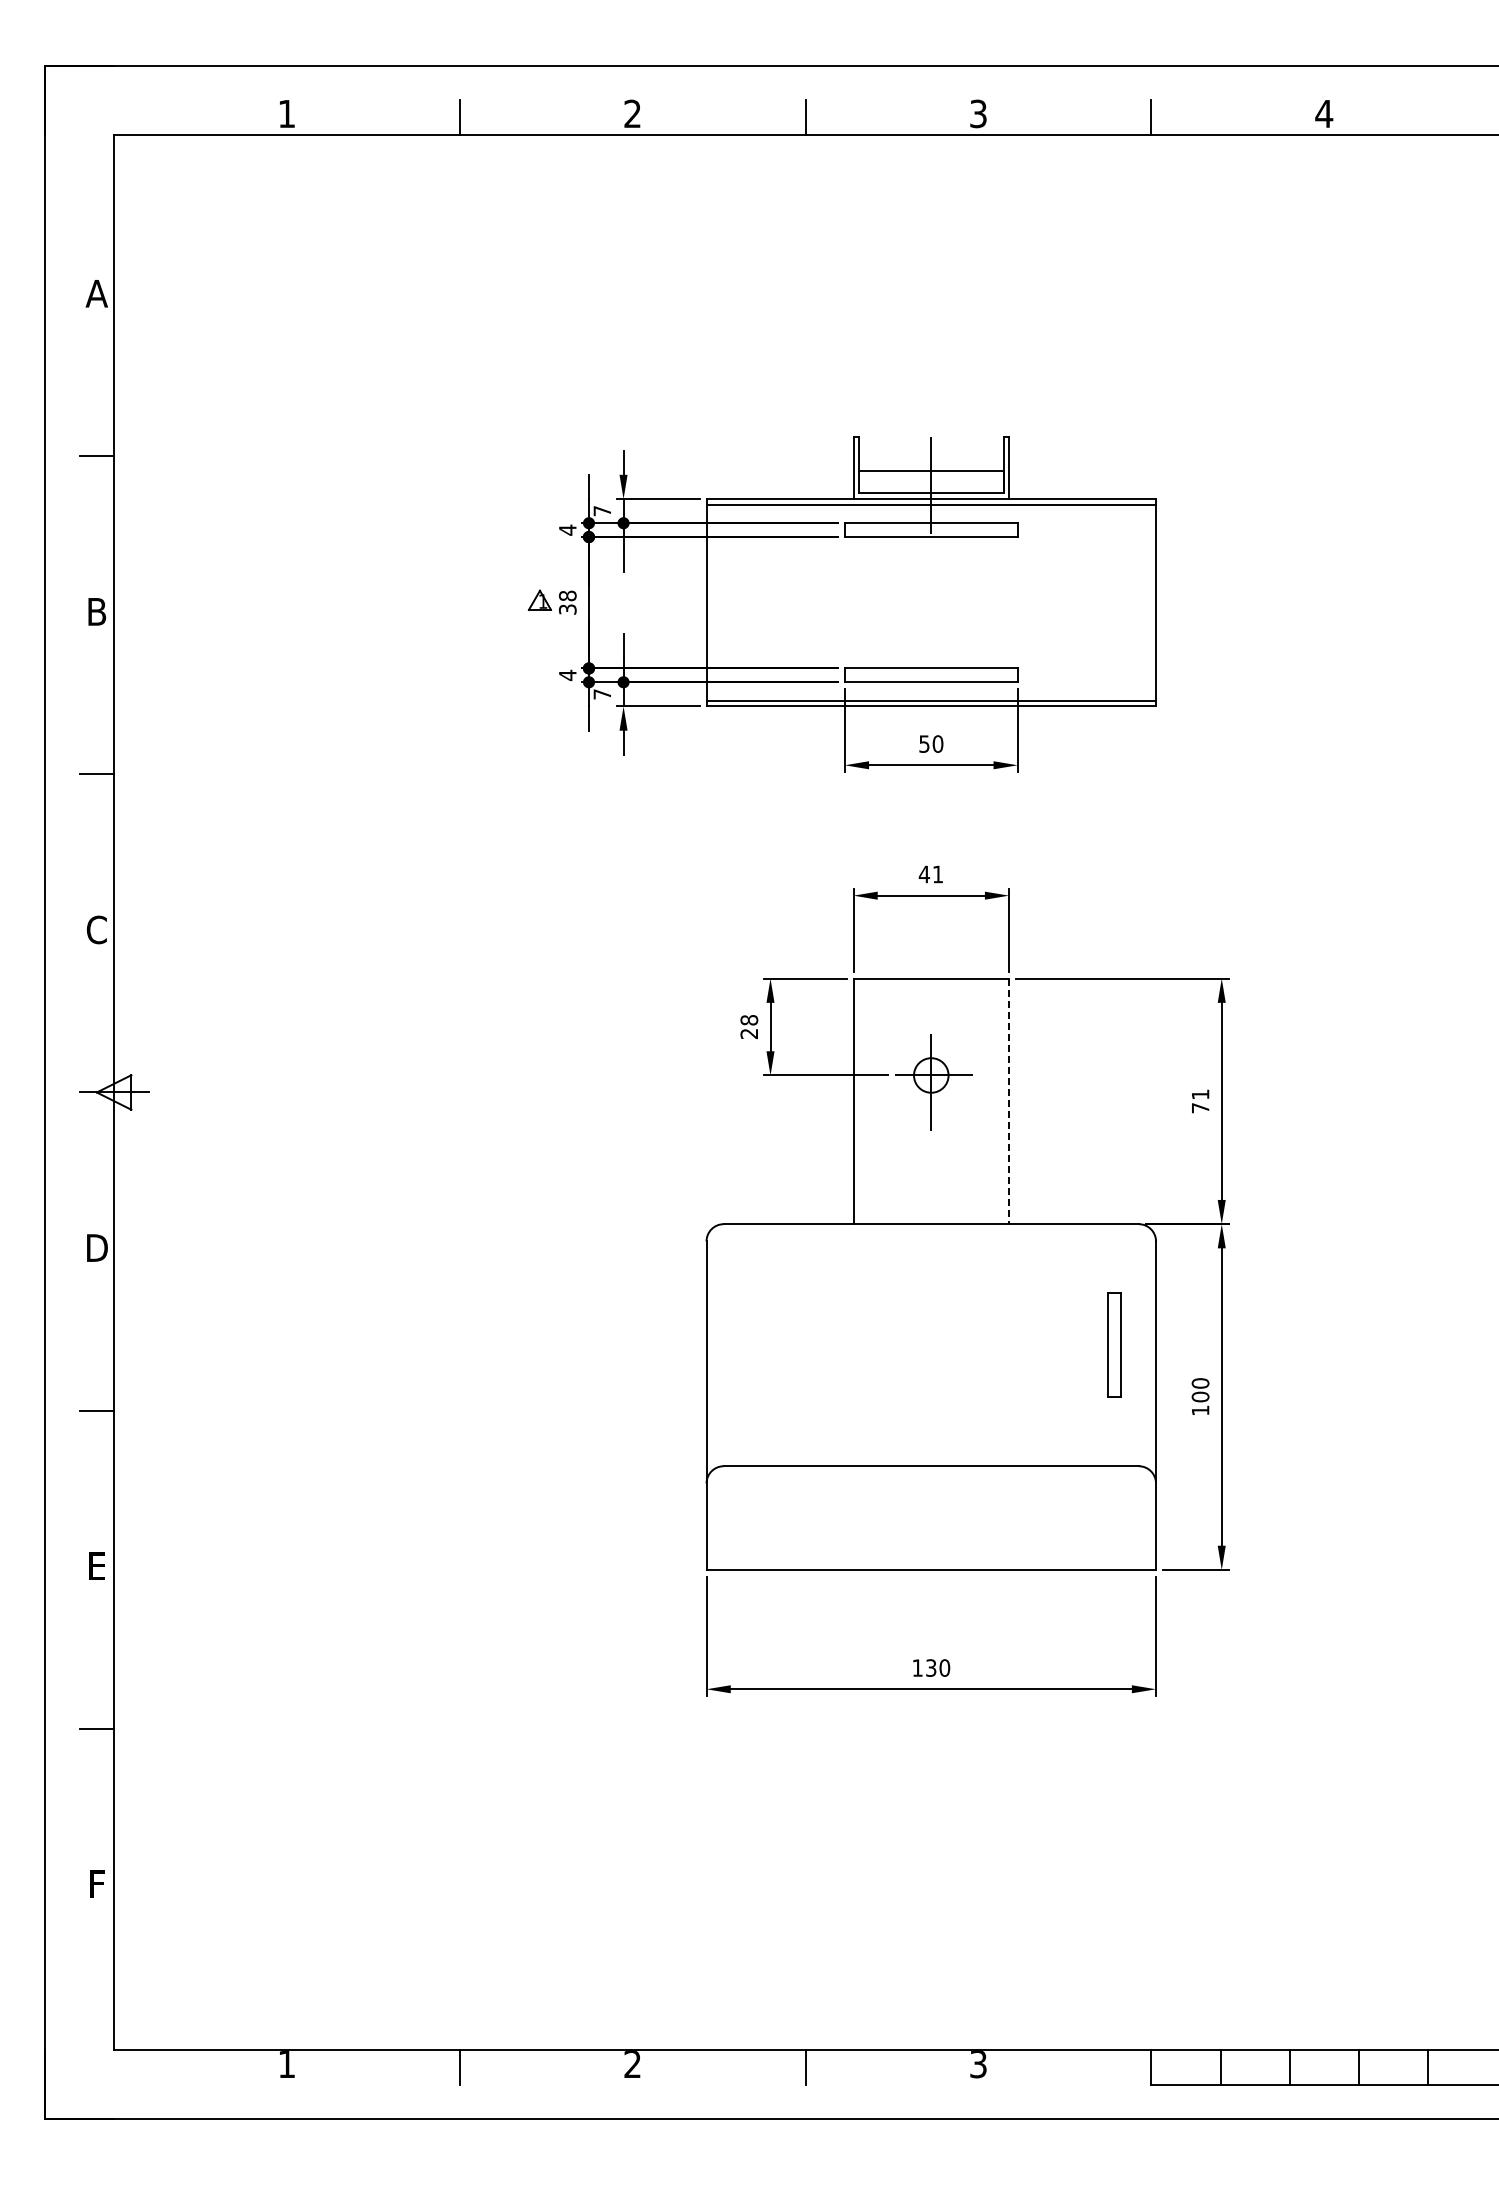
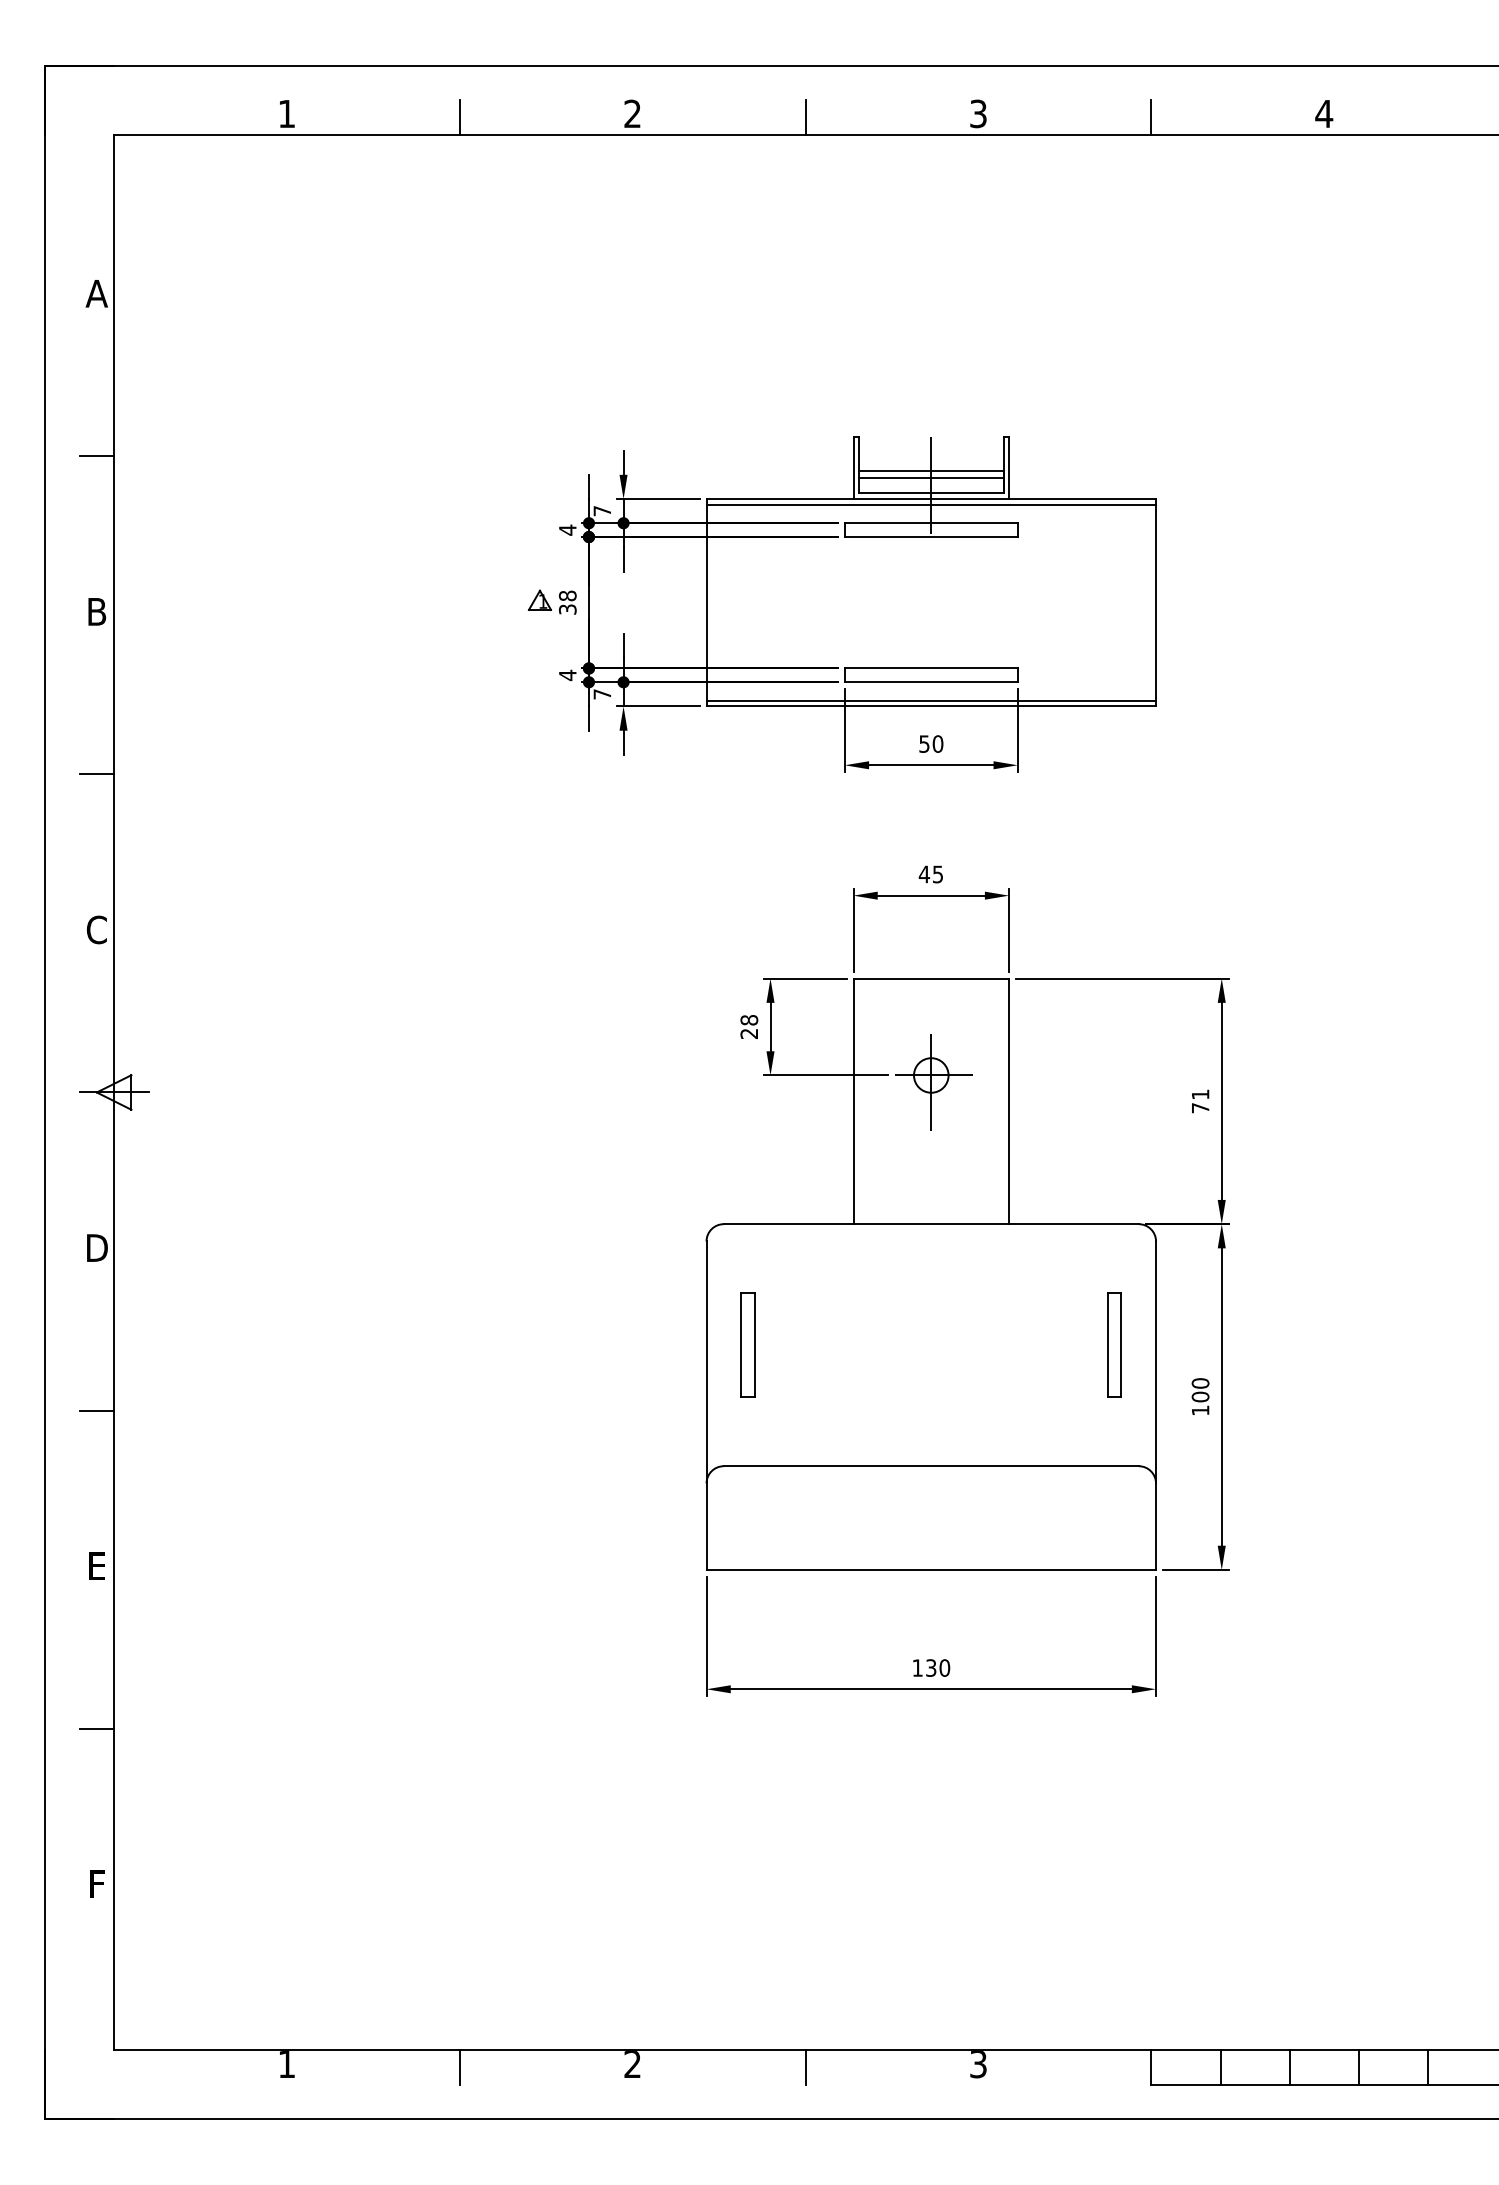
line at (931, 478): none -> present
text at (937, 874): 41 -> 45
line at (1009, 1101): dashed -> solid
part at (747, 1344): none -> present
